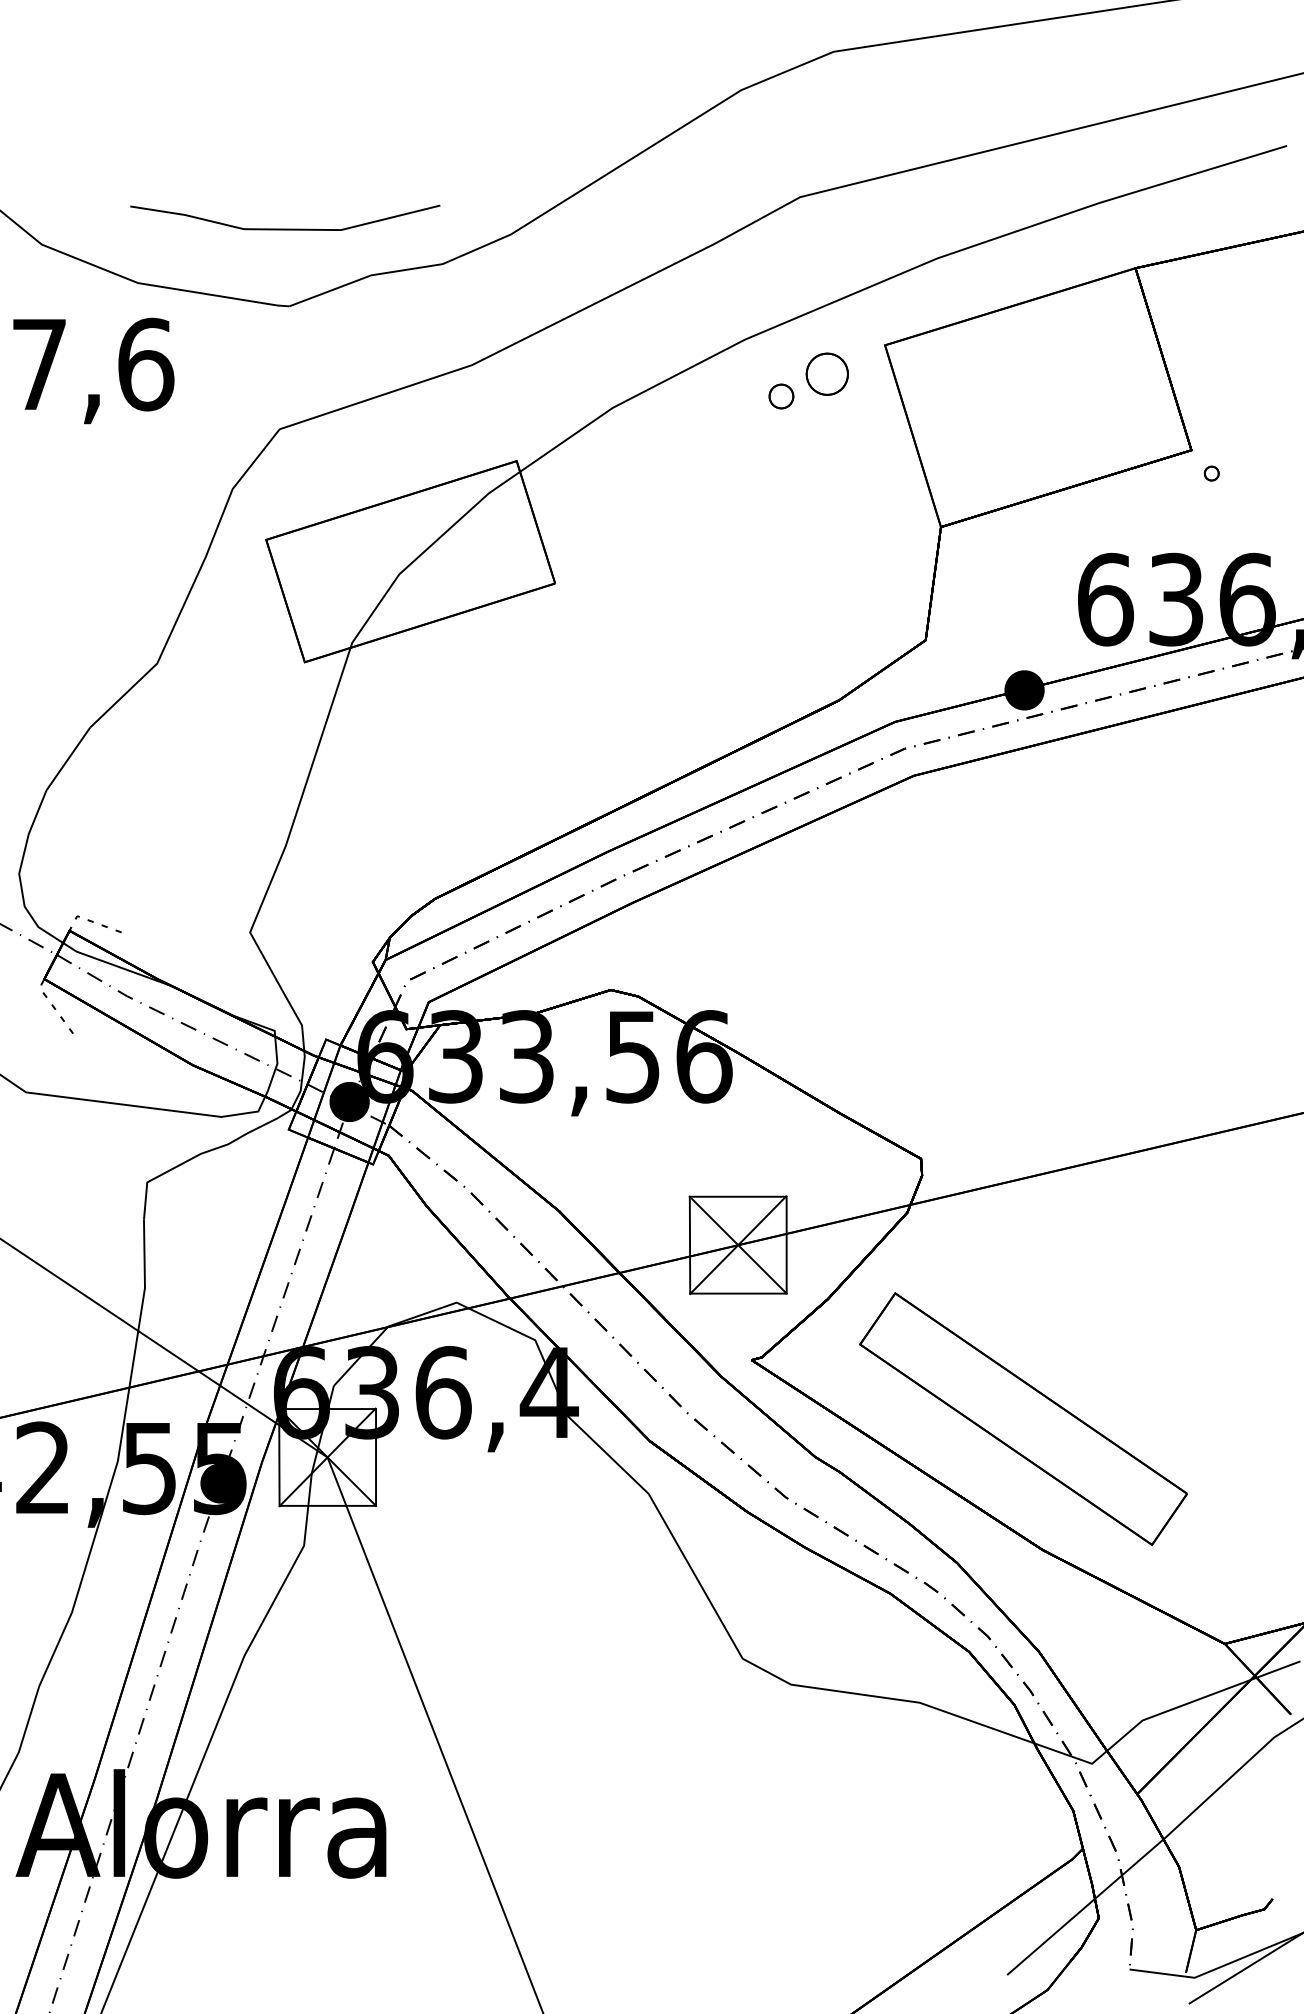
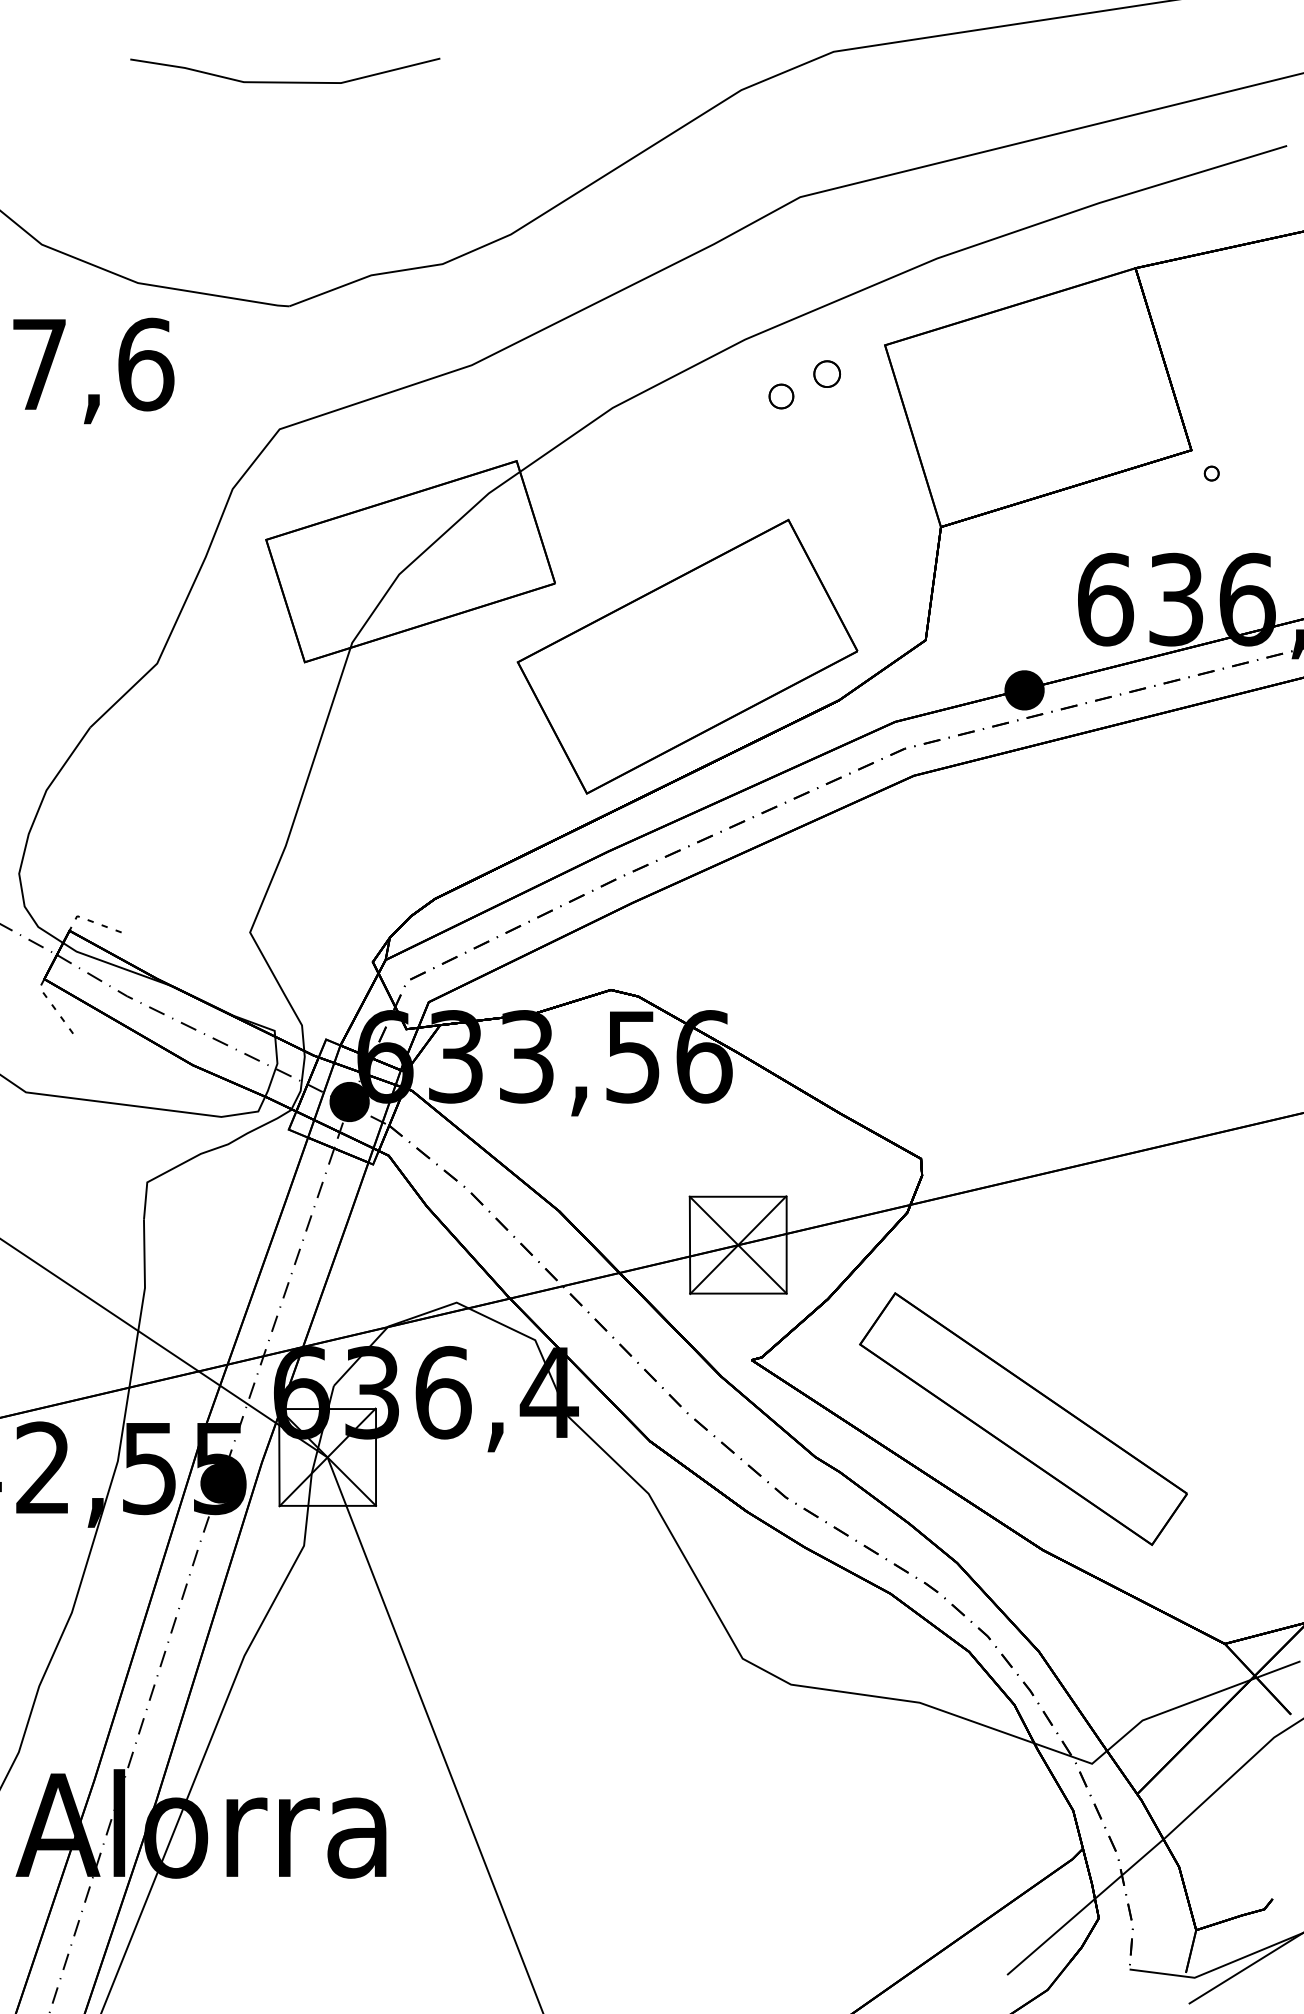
line at (285, 228) position: (285, 228) -> (285, 81)
part at (826, 373) size: 44x44 px -> 28x28 px
part at (687, 656): none -> present
